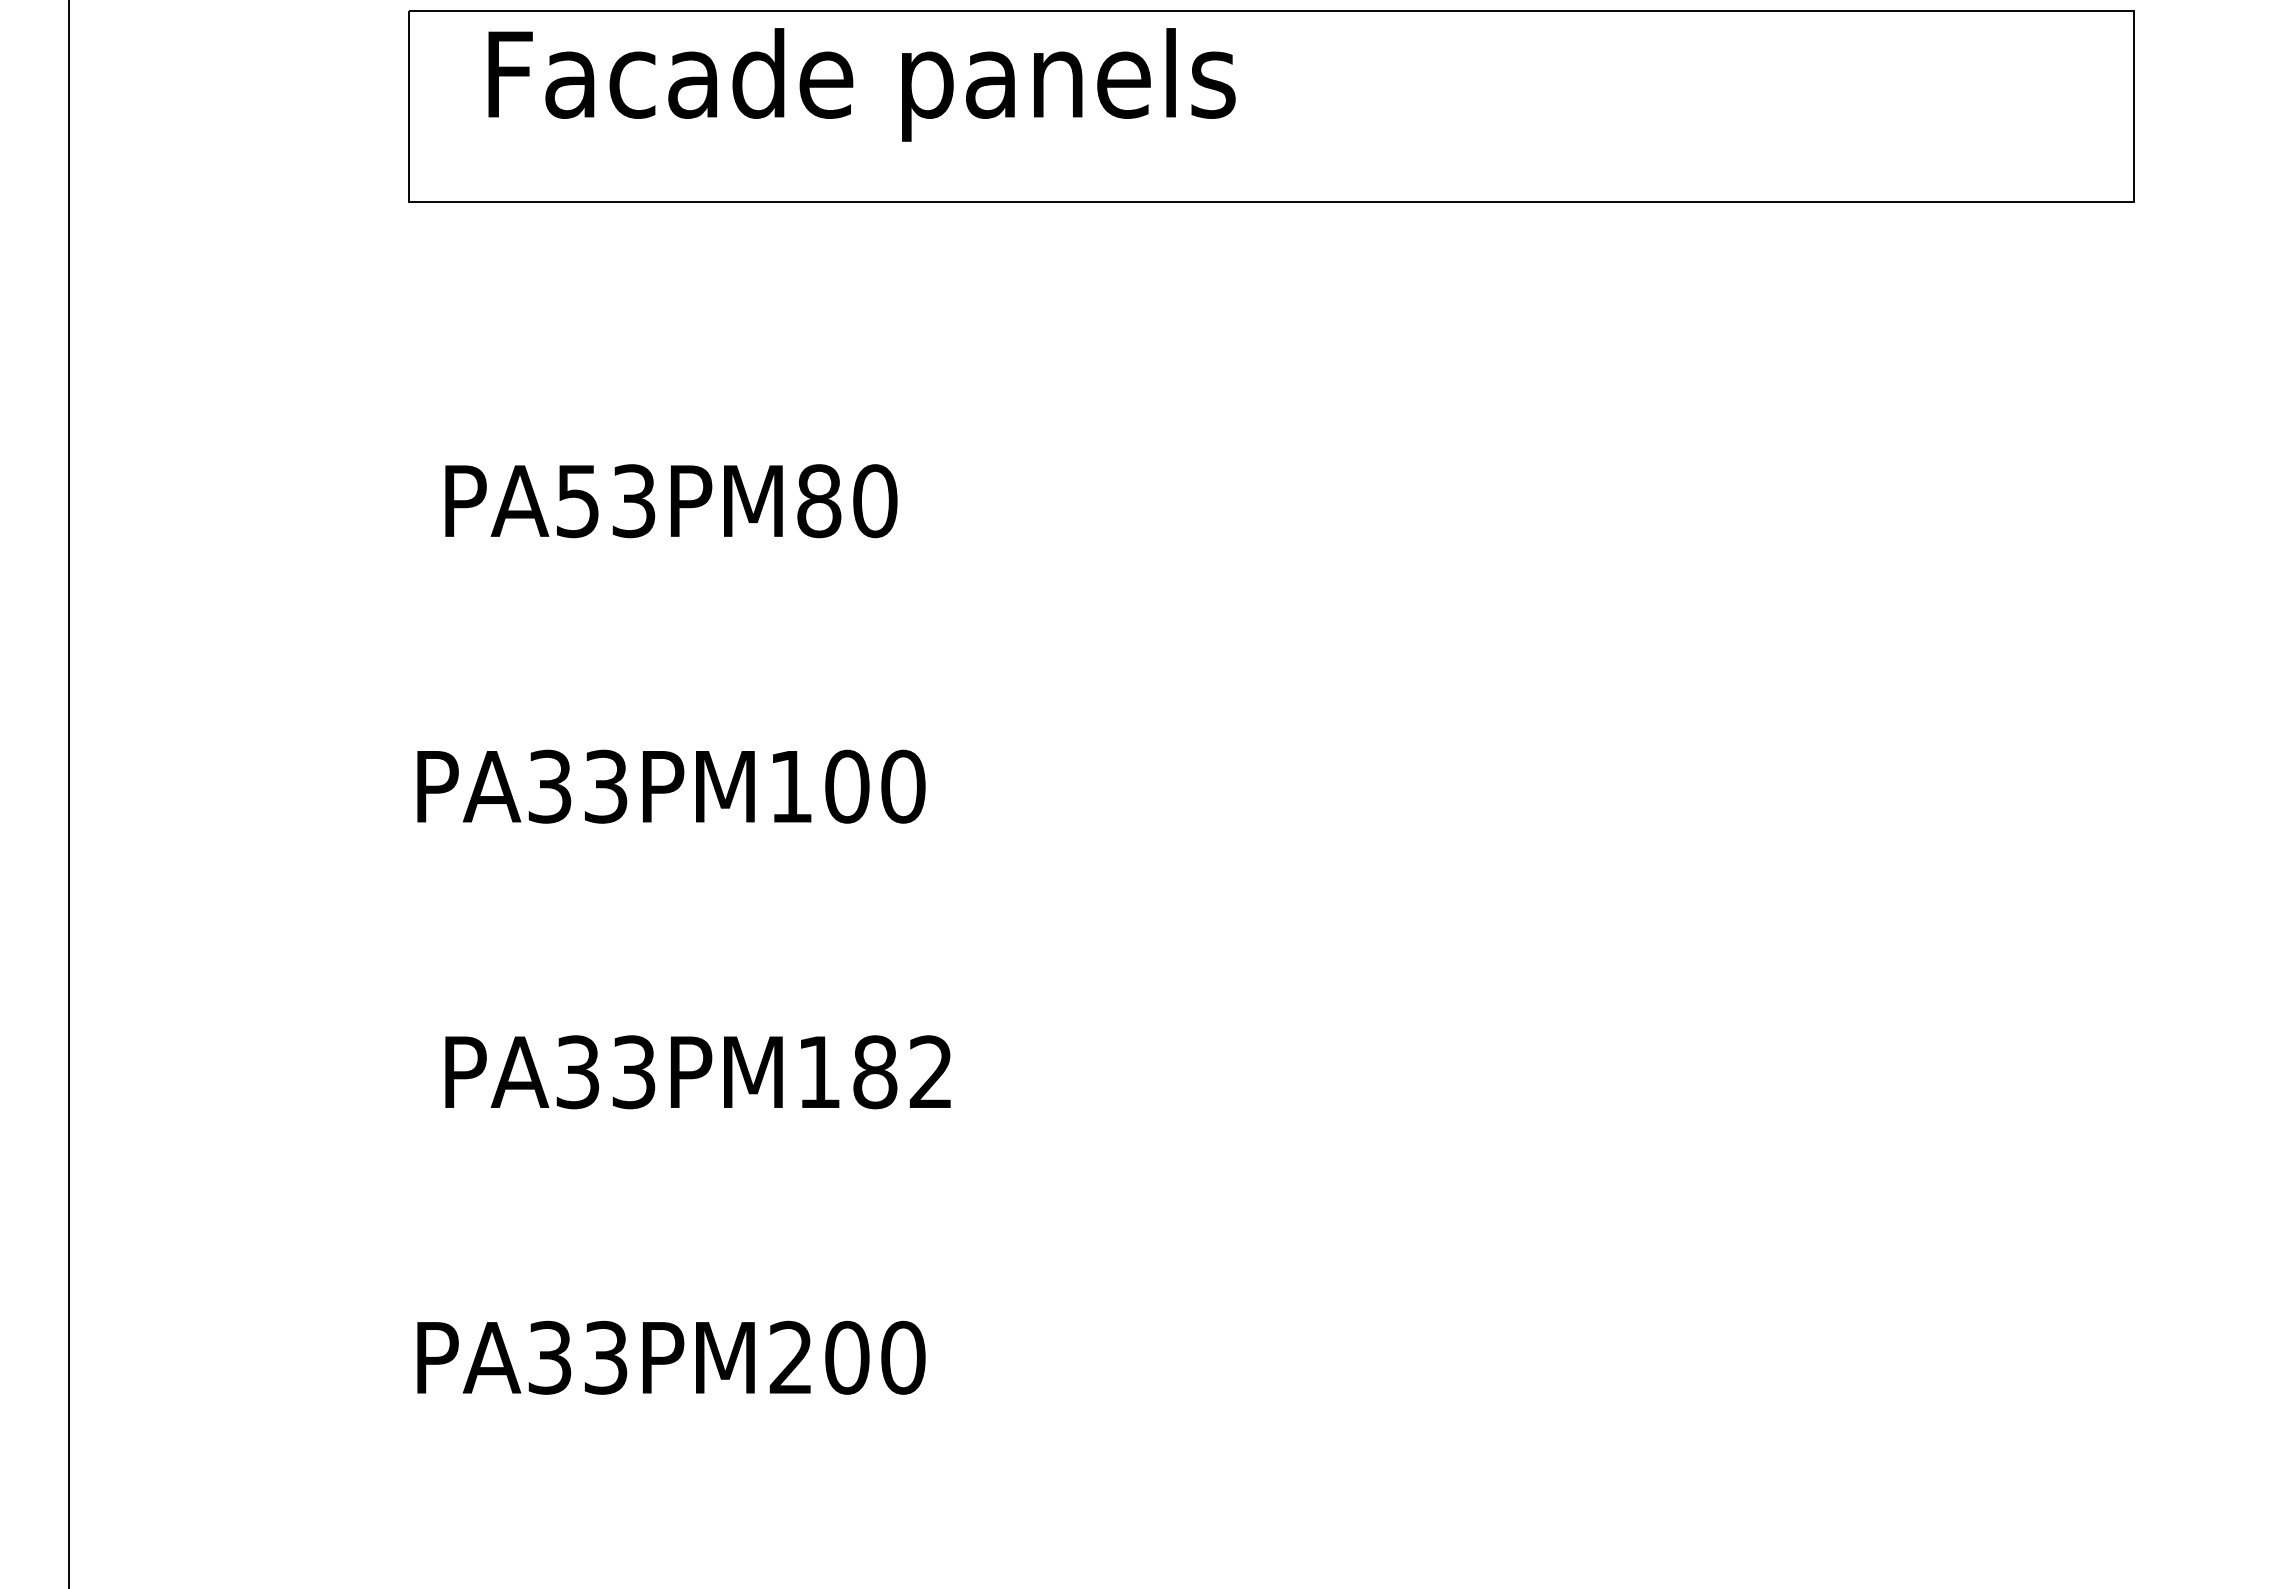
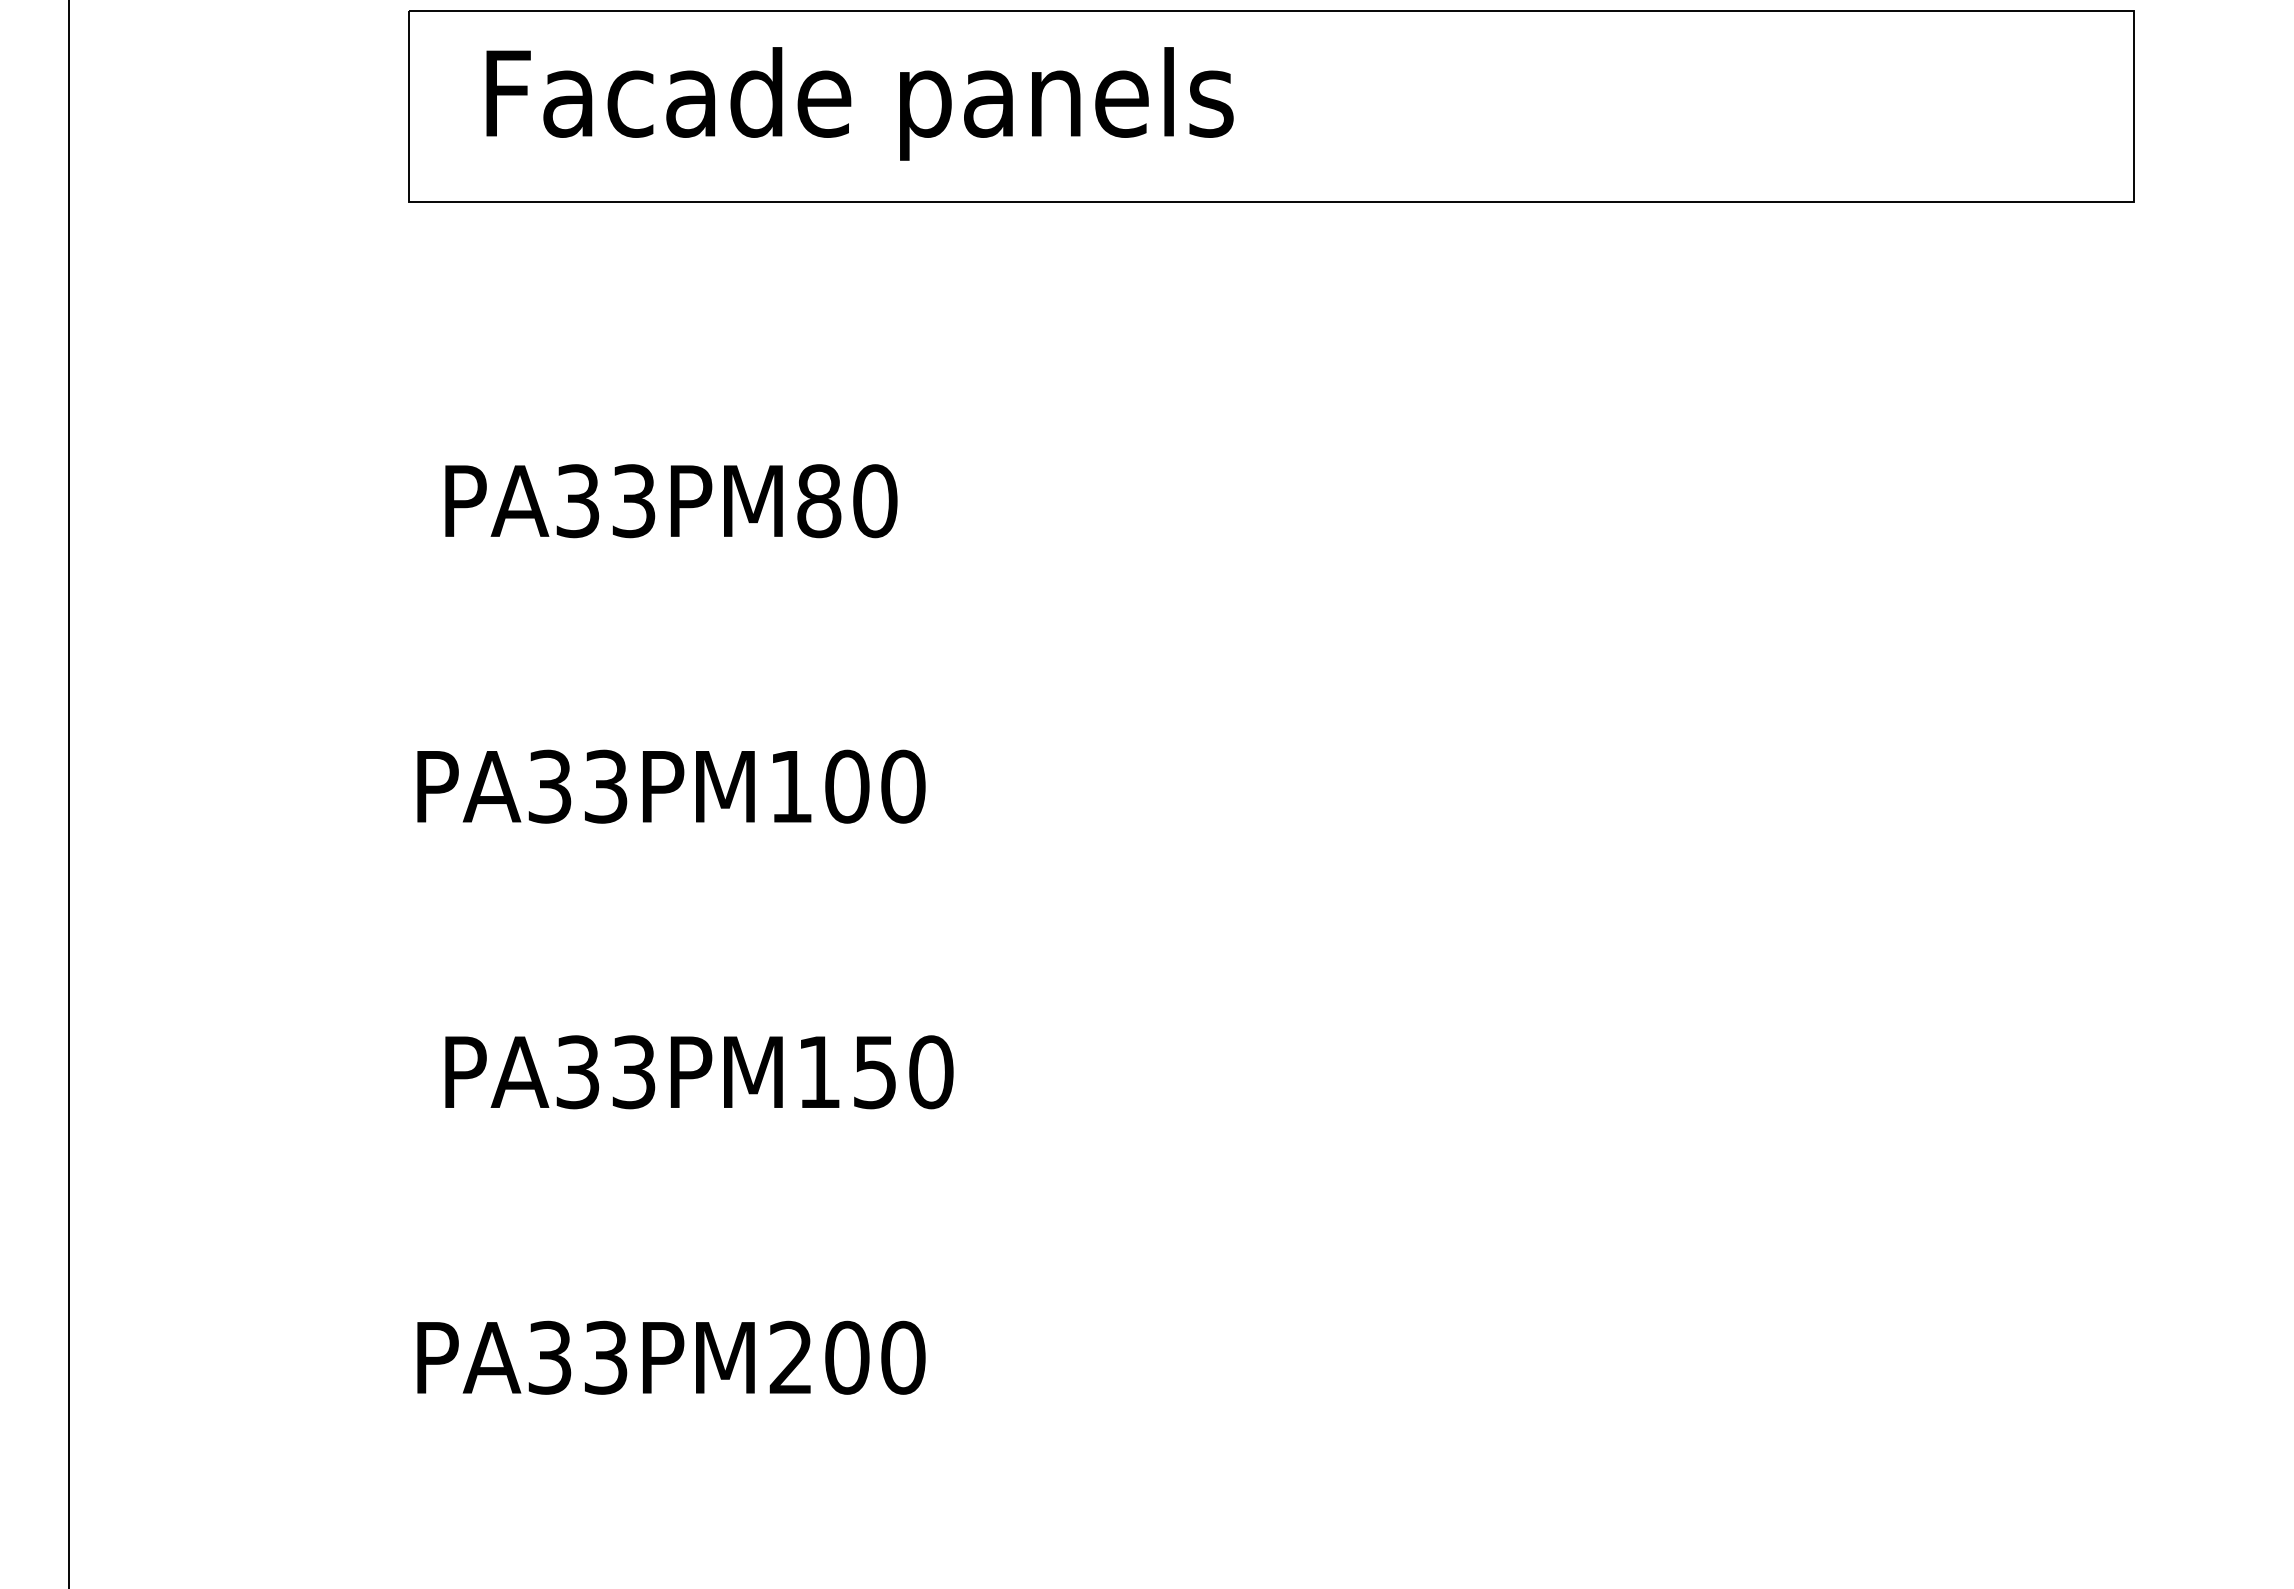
text at (861, 84) position: (861, 84) -> (859, 103)
text at (578, 500): PA53PM80 -> PA33PM80
text at (903, 1072): PA33PM182 -> PA33PM150
